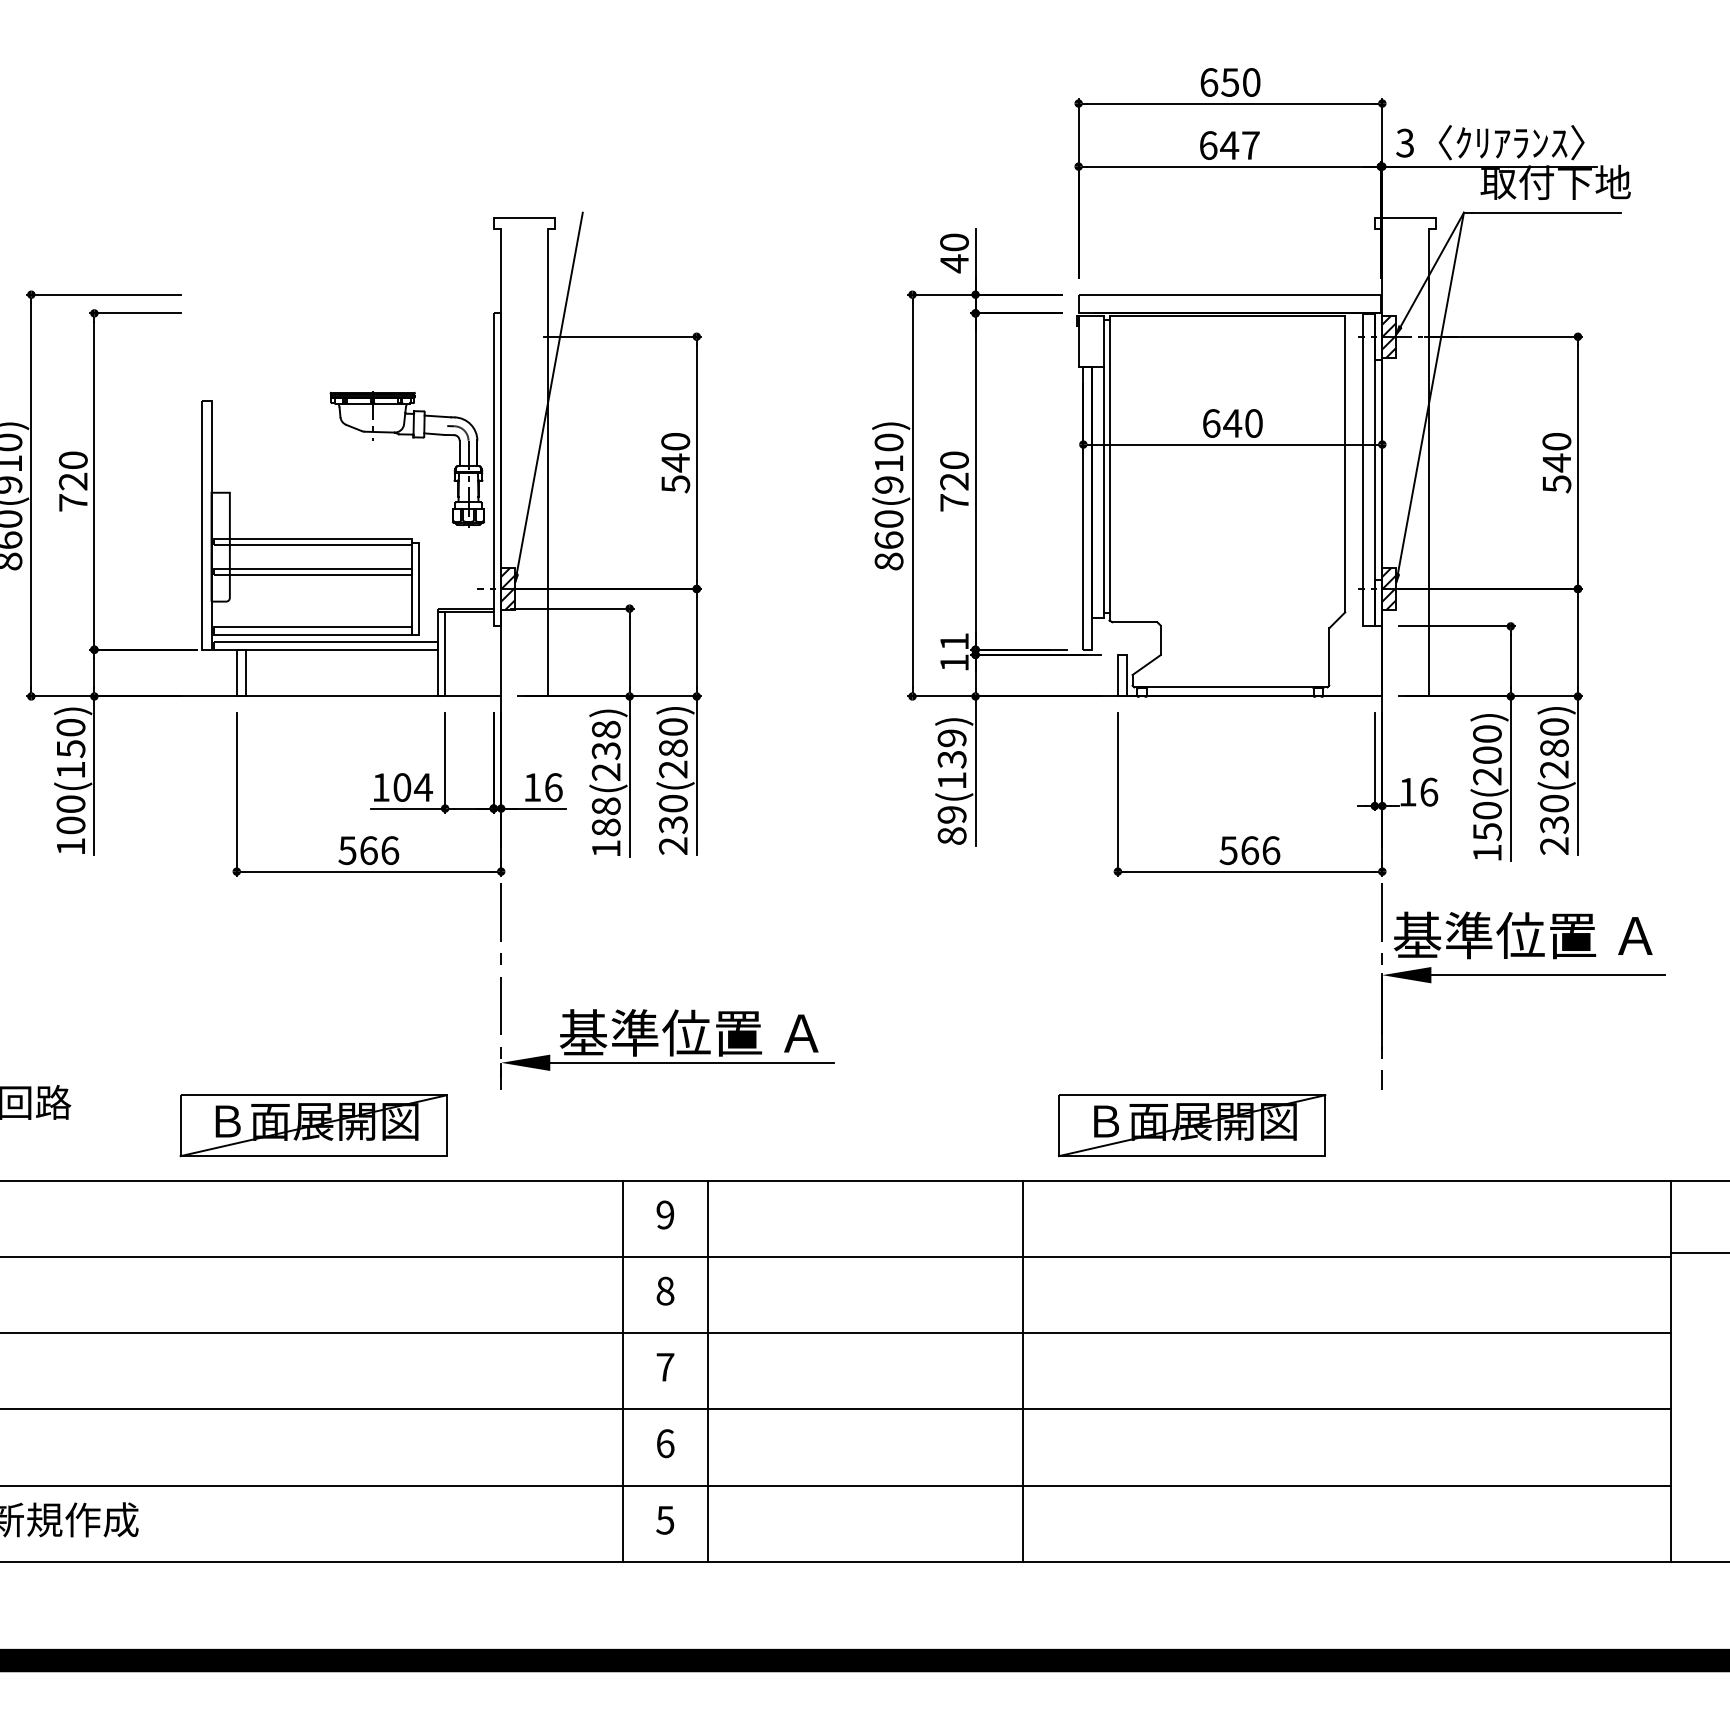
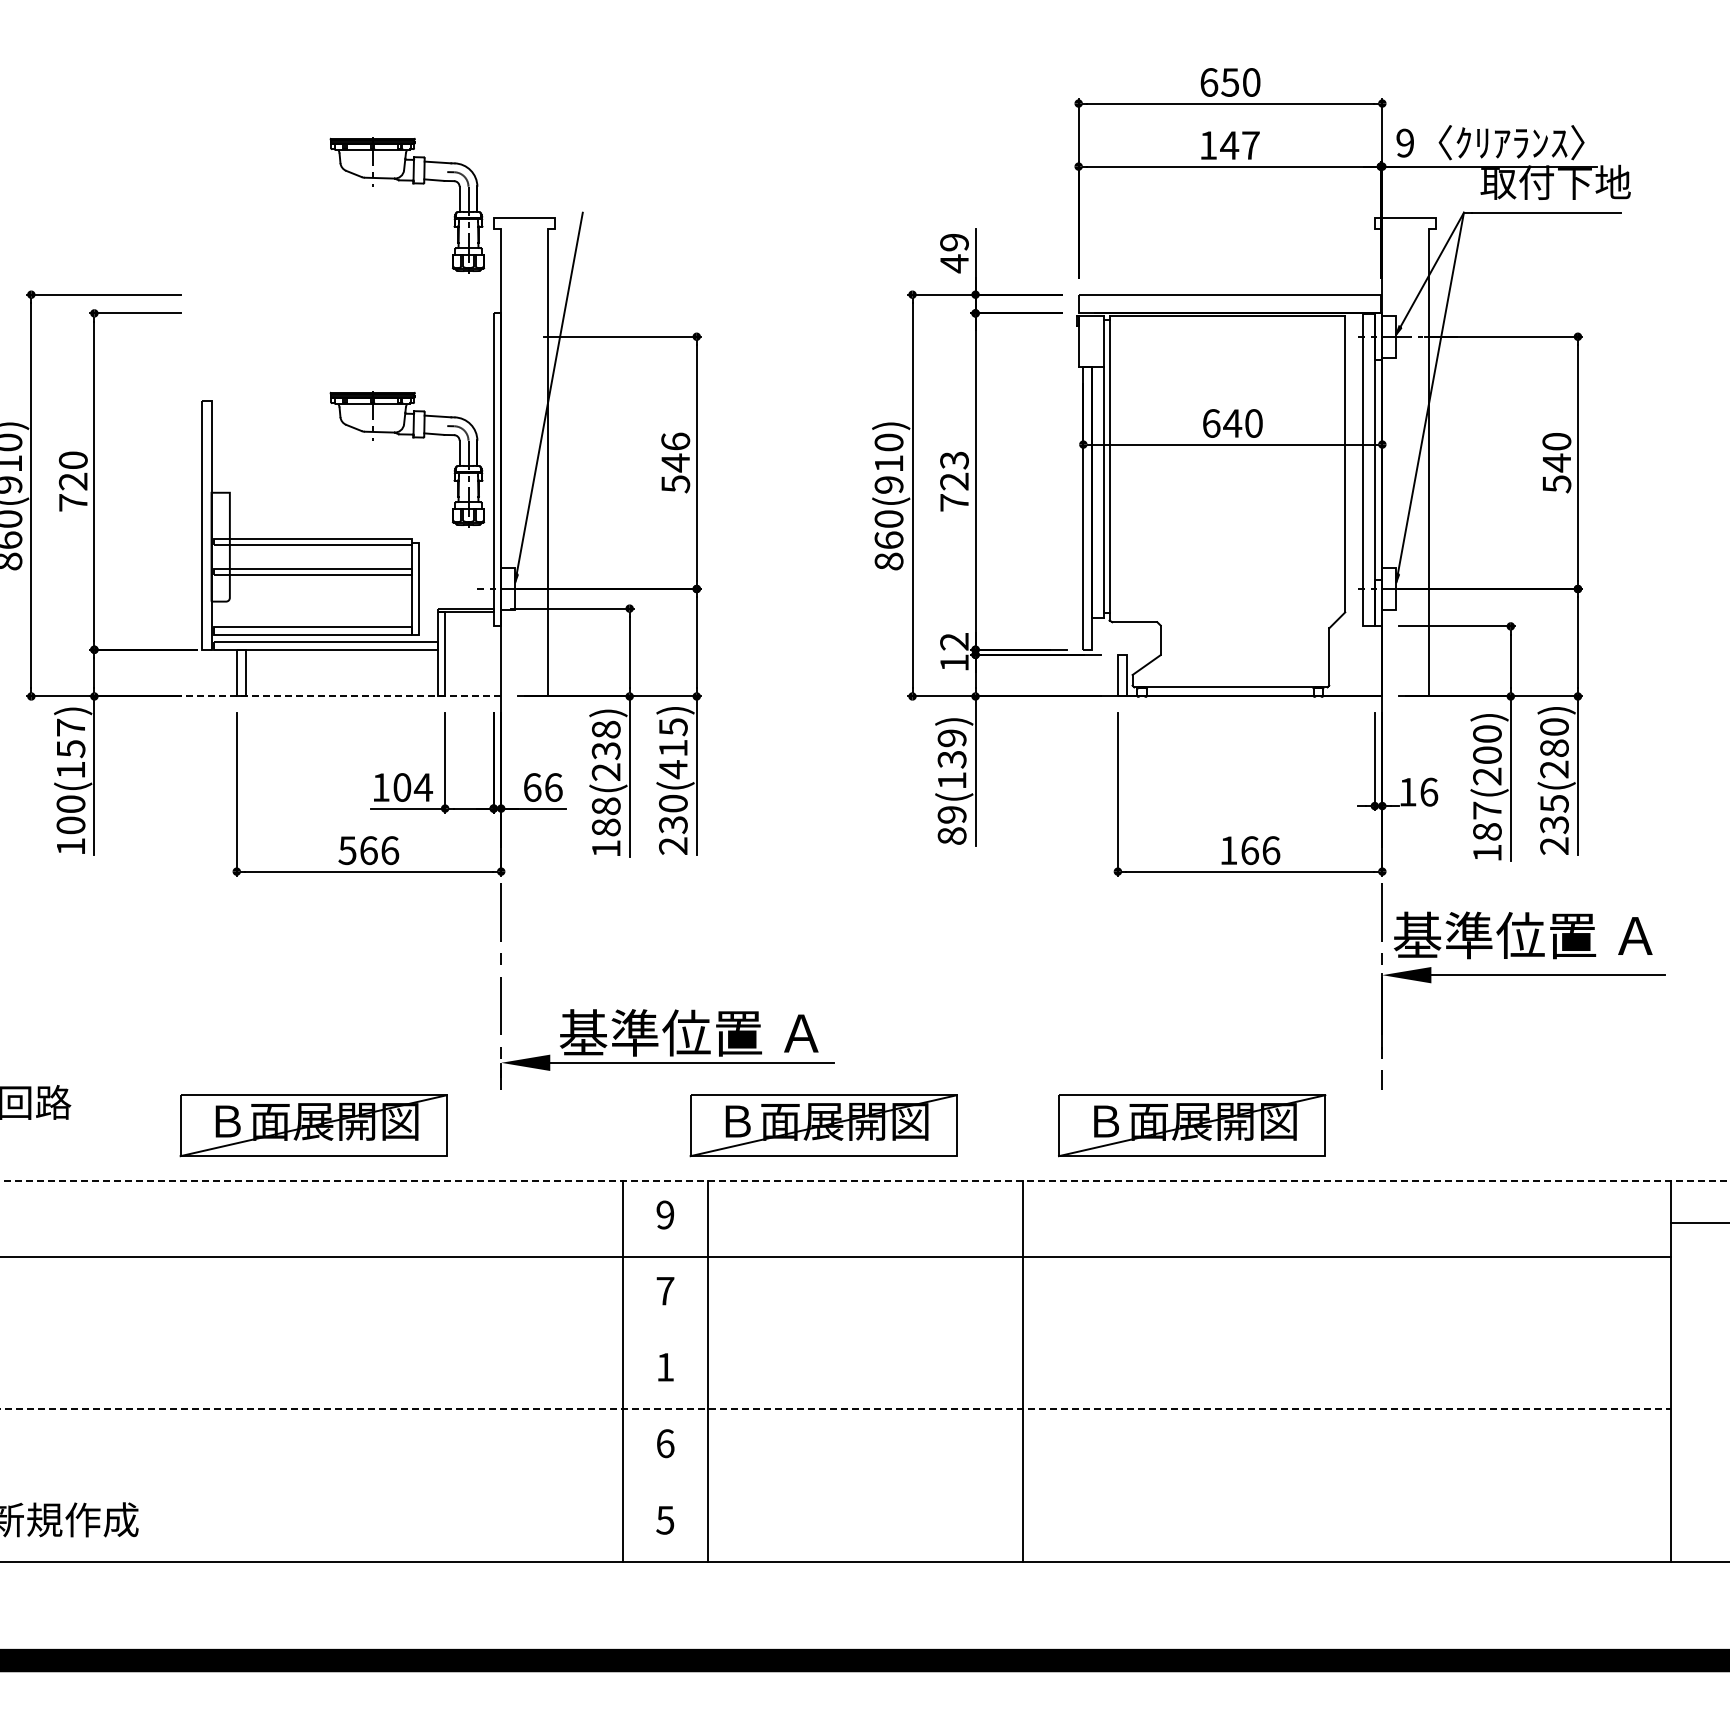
text at (1404, 142): 3 -> 9
text at (1208, 145): 647 -> 147
part at (412, 184): none -> present
text at (954, 242): 40 -> 49
hatch at (1389, 336): present -> none
text at (675, 441): 540 -> 546
text at (954, 460): 720 -> 723
hatch at (508, 588): present -> none
hatch at (1389, 588): present -> none
text at (954, 641): 11 -> 12
line at (321, 696): solid -> dashed
text at (70, 727): 100(150) -> 100(157)
text at (673, 748): 230(280) -> 230(415)
text at (532, 787): 16 -> 66
text at (1554, 803): 230(280) -> 235(280)
text at (1487, 821): 150(200) -> 187(200)
text at (1228, 850): 566 -> 166
part at (823, 1125): none -> present
line at (865, 1180): solid -> dashed
line at (1698, 1252) position: (1698, 1252) -> (1698, 1222)
text at (665, 1290): 8 -> 7
line at (836, 1332): present -> none
text at (665, 1367): 7 -> 1
line at (835, 1409): solid -> dashed
line at (836, 1485): present -> none
